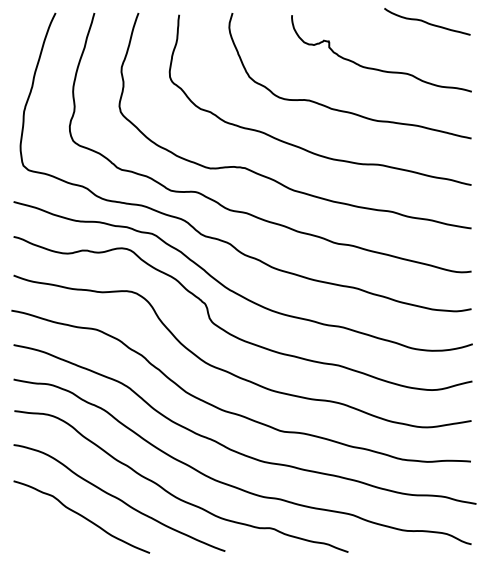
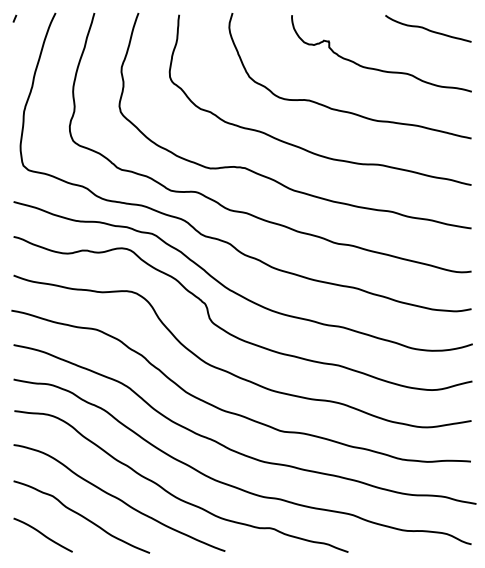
line at (14, 18): none -> present
curve at (426, 21) position: (426, 21) -> (427, 28)
curve at (42, 534): none -> present
